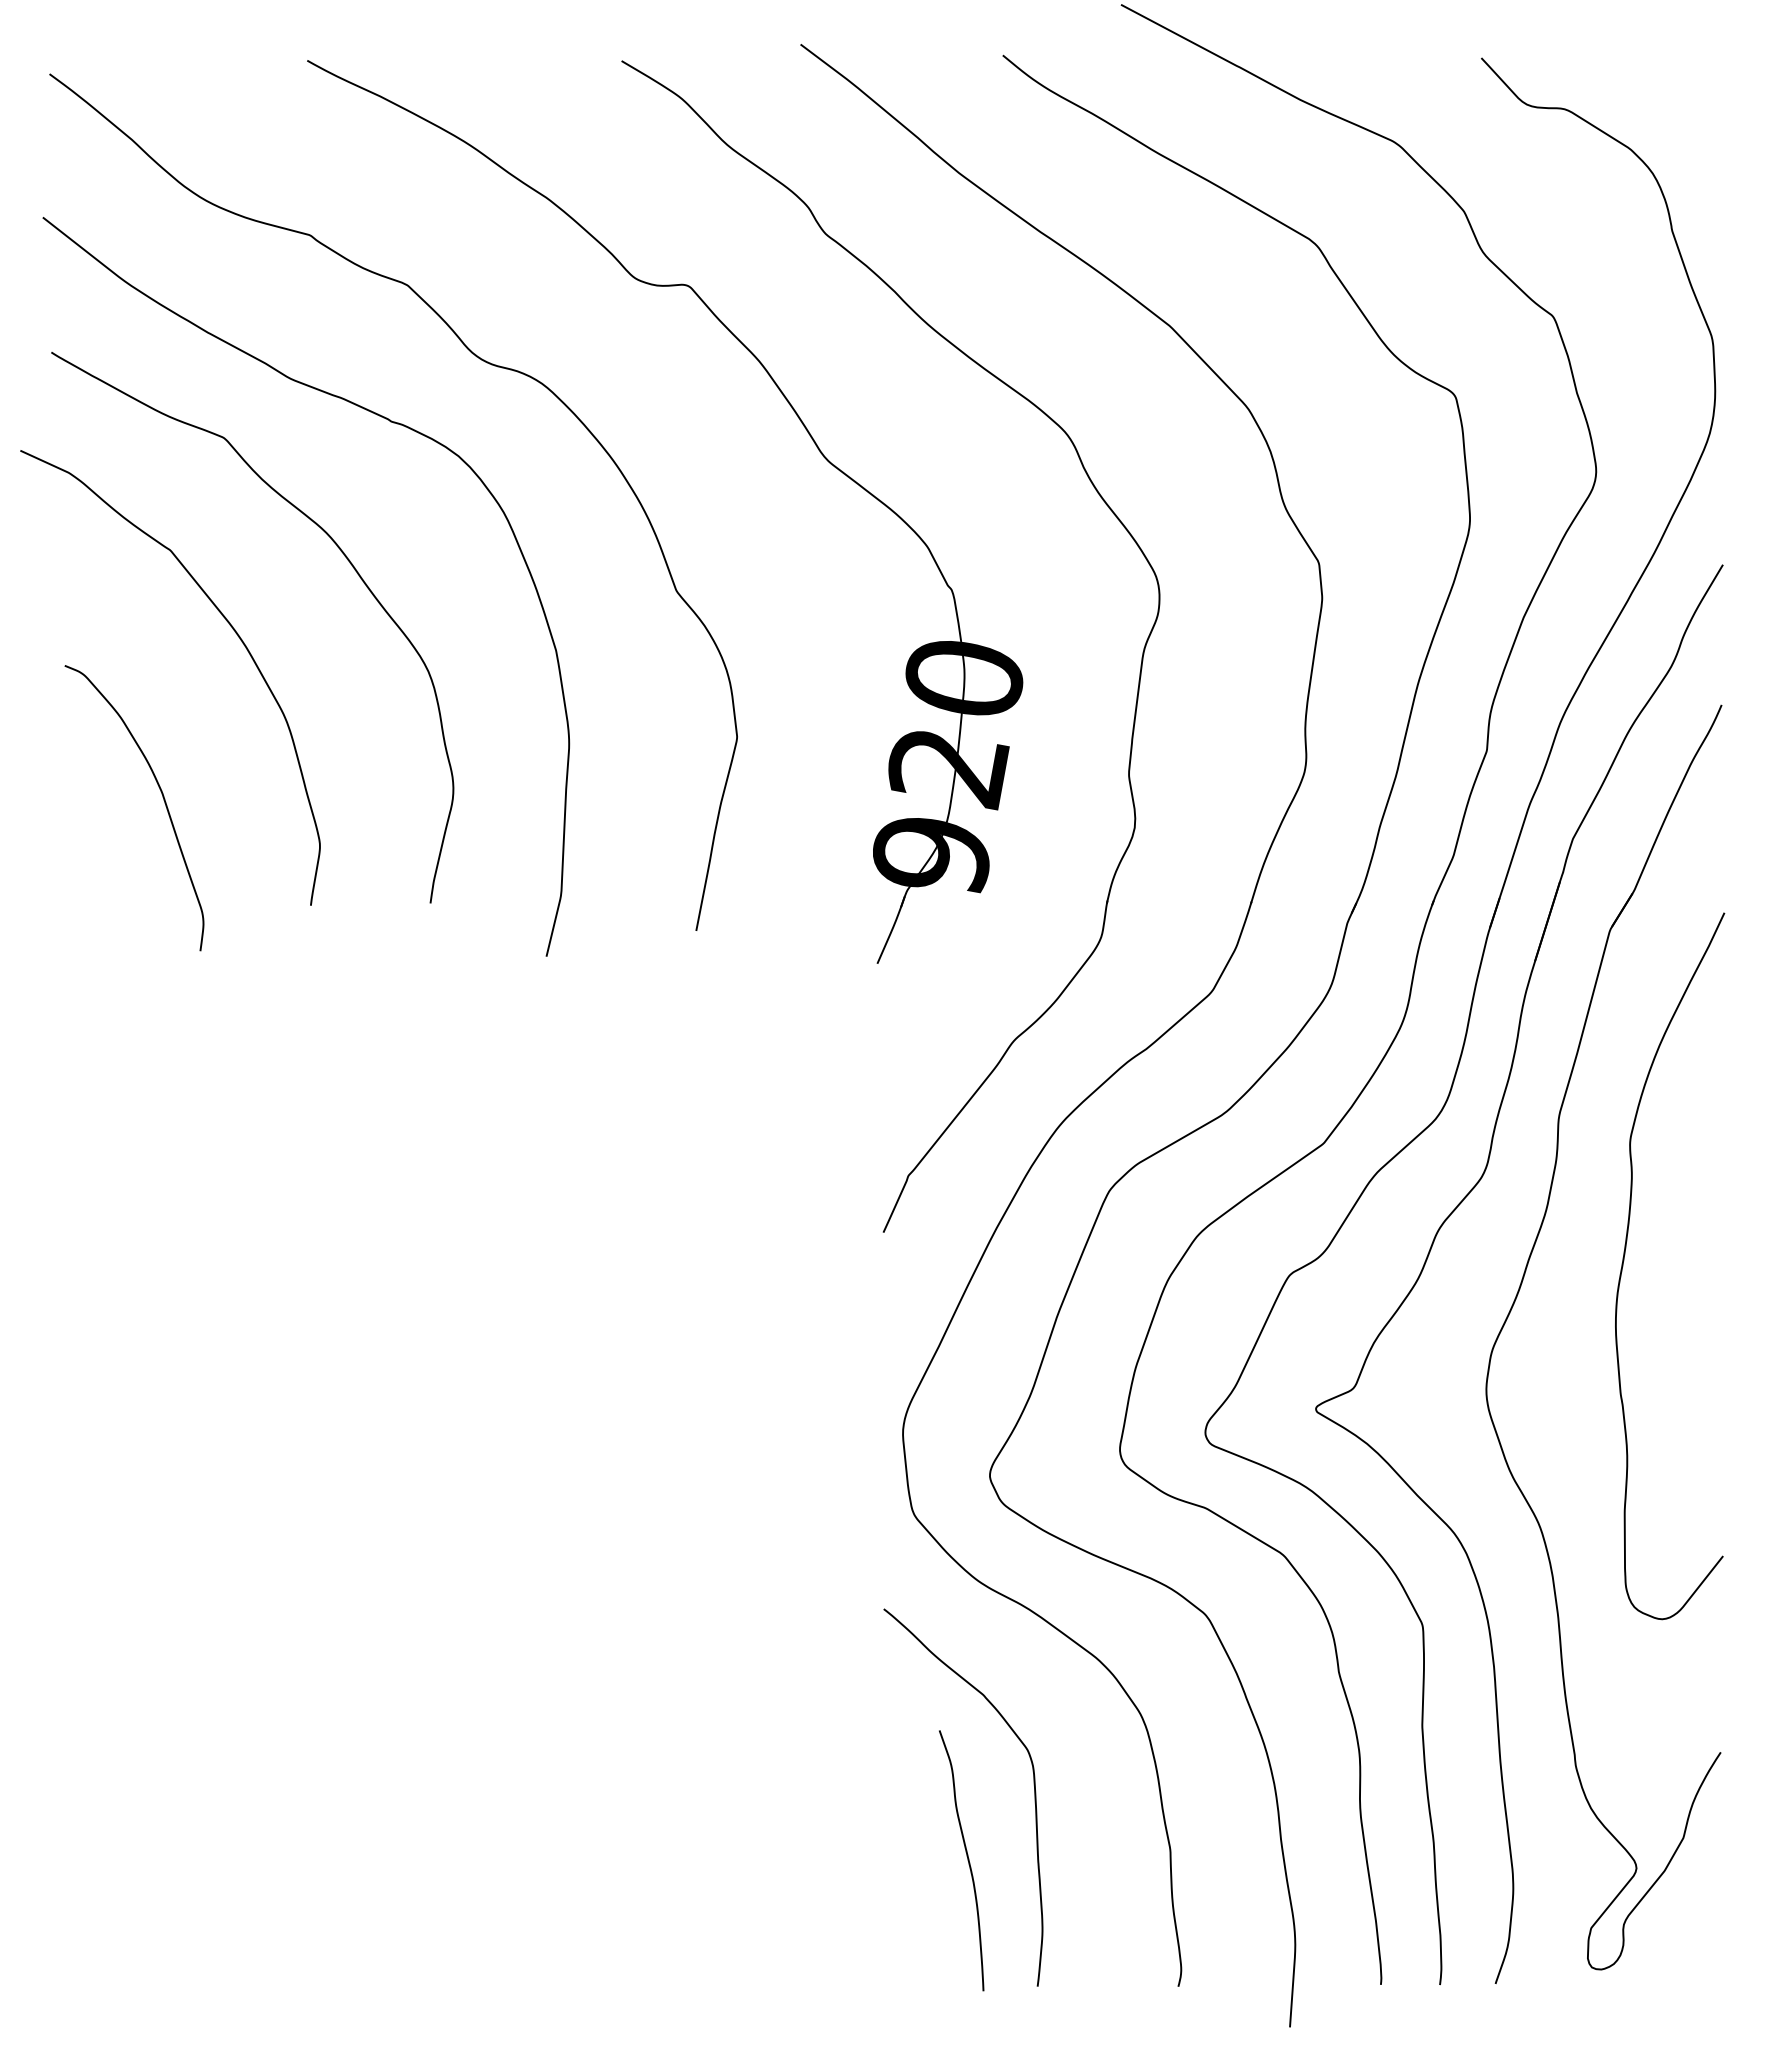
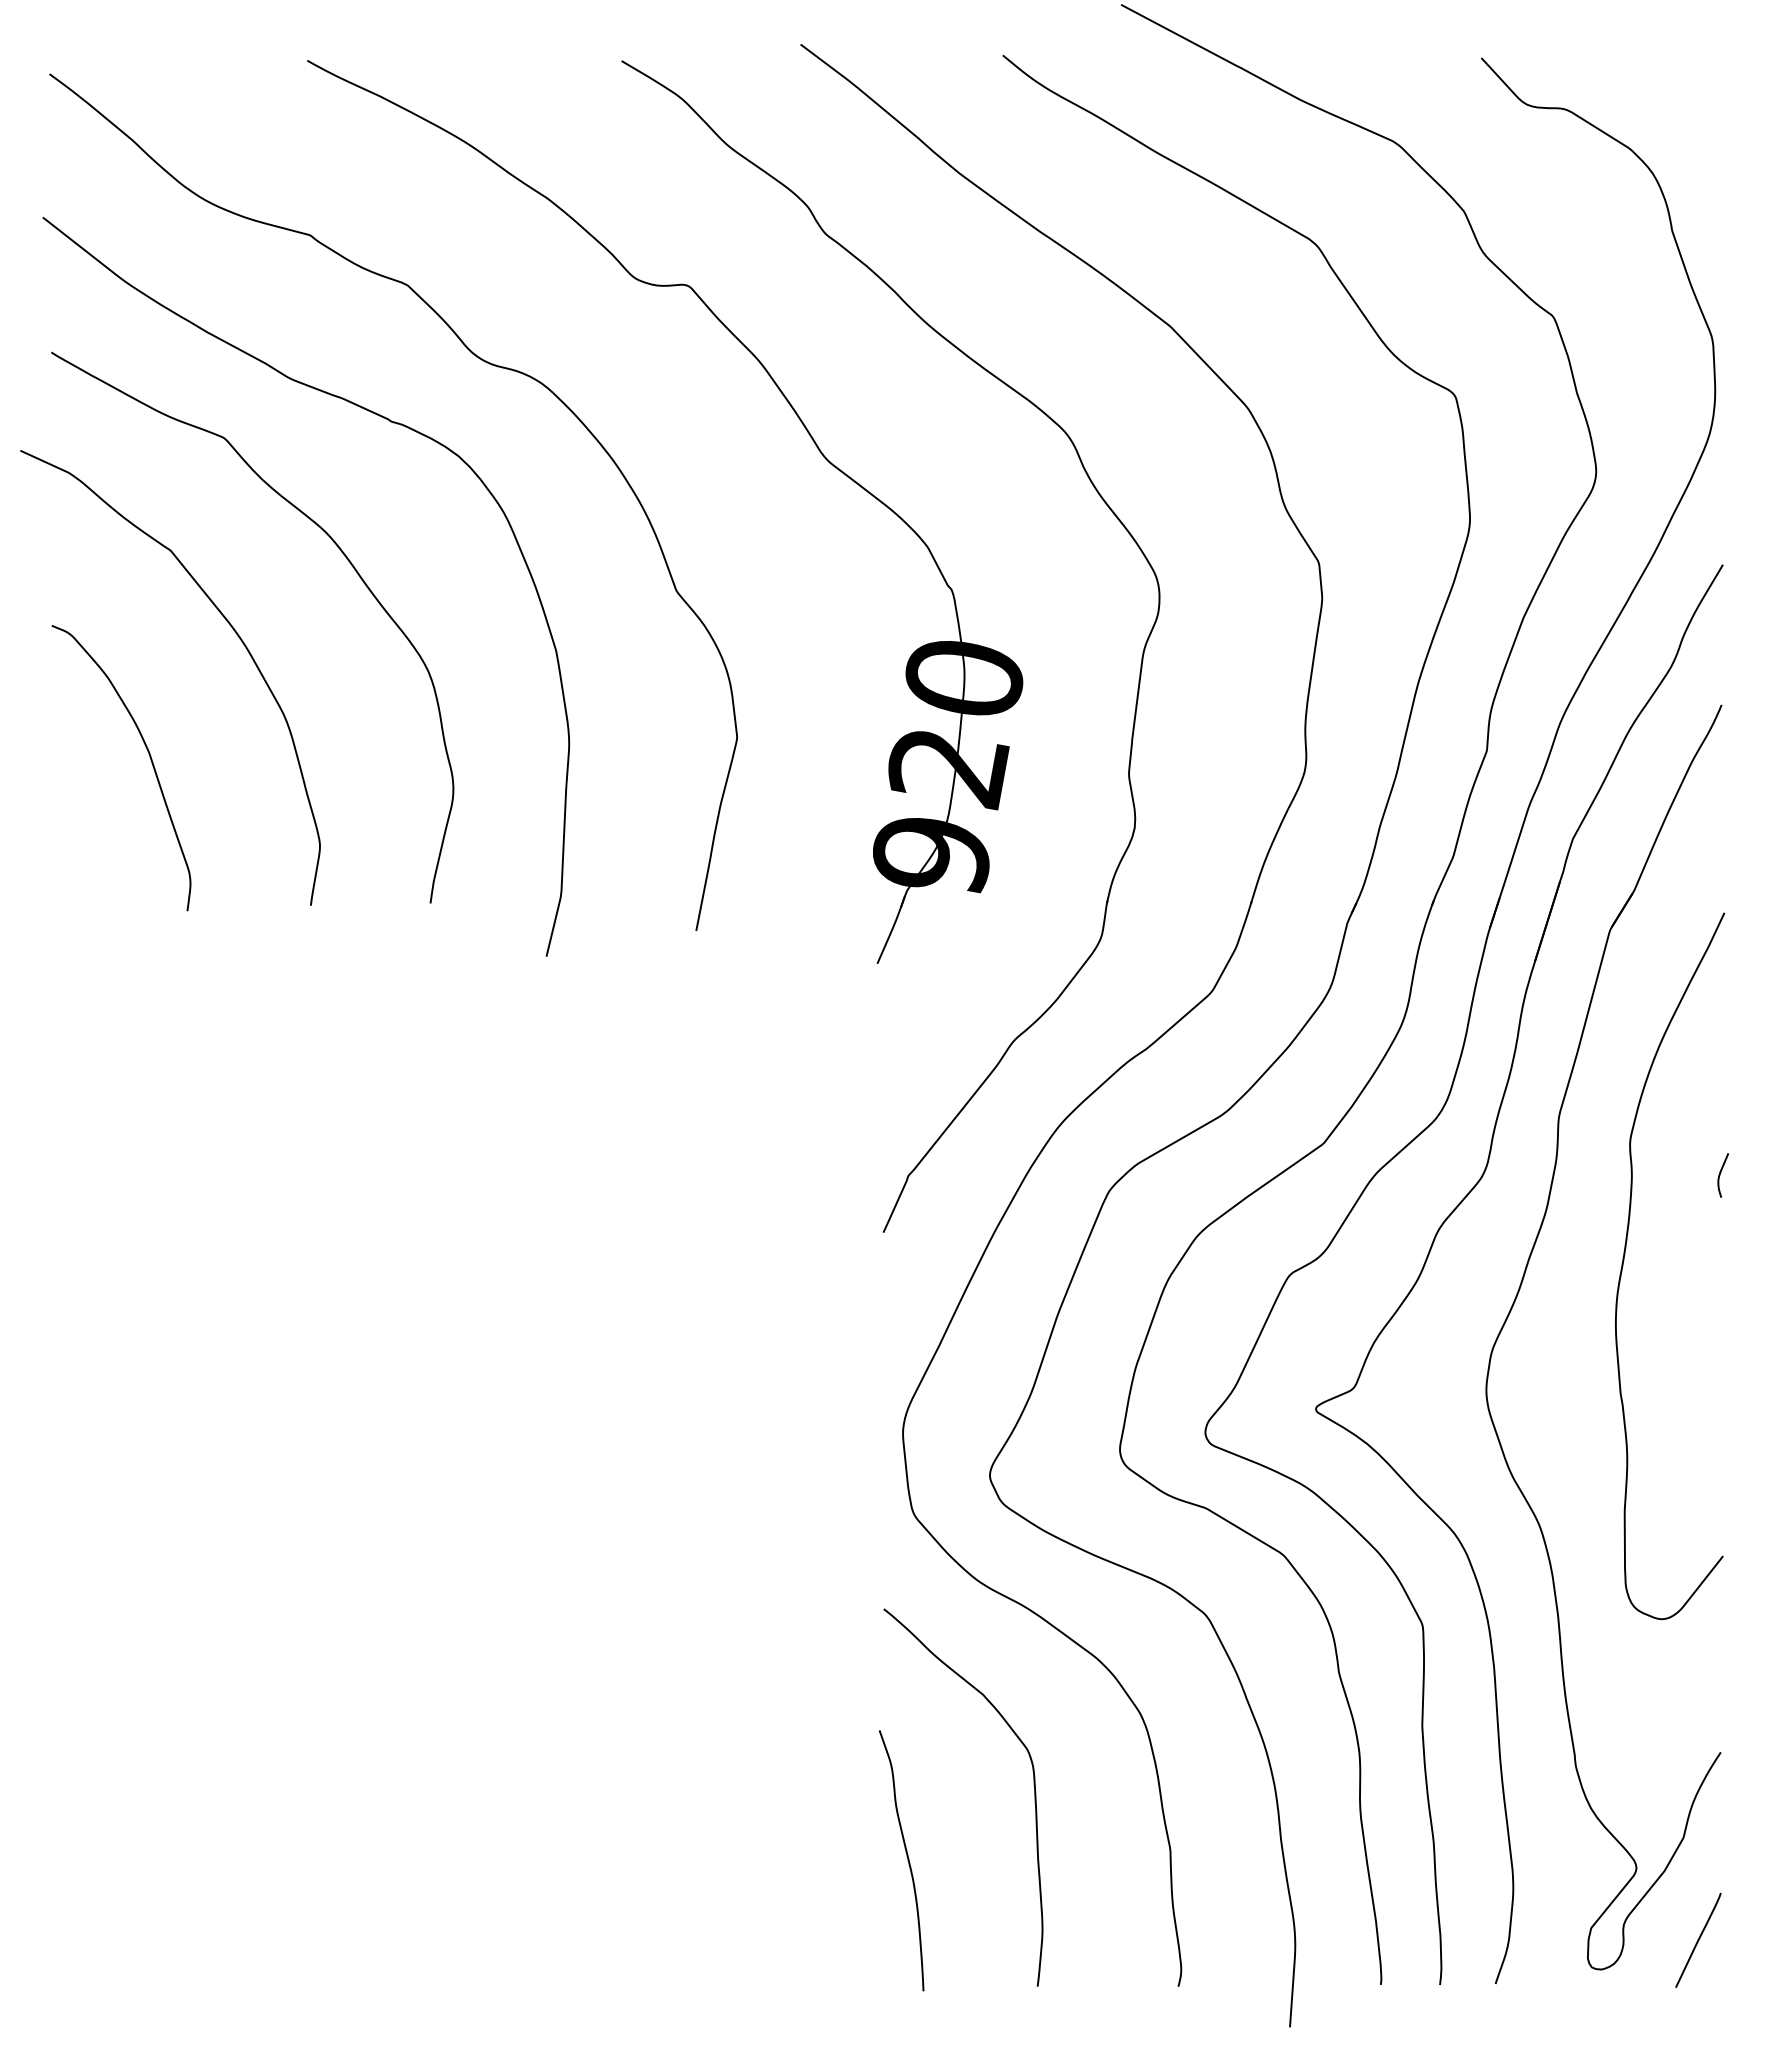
curve at (162, 797) position: (162, 797) -> (149, 757)
curve at (1720, 1175): none -> present
curve at (967, 1860) position: (967, 1860) -> (907, 1860)
line at (1698, 1939): none -> present
